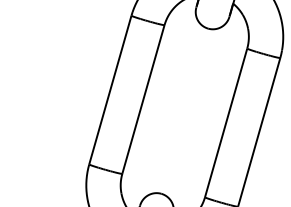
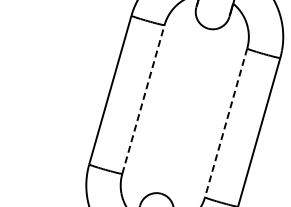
line at (143, 99): solid -> dashed
line at (226, 123): solid -> dashed
